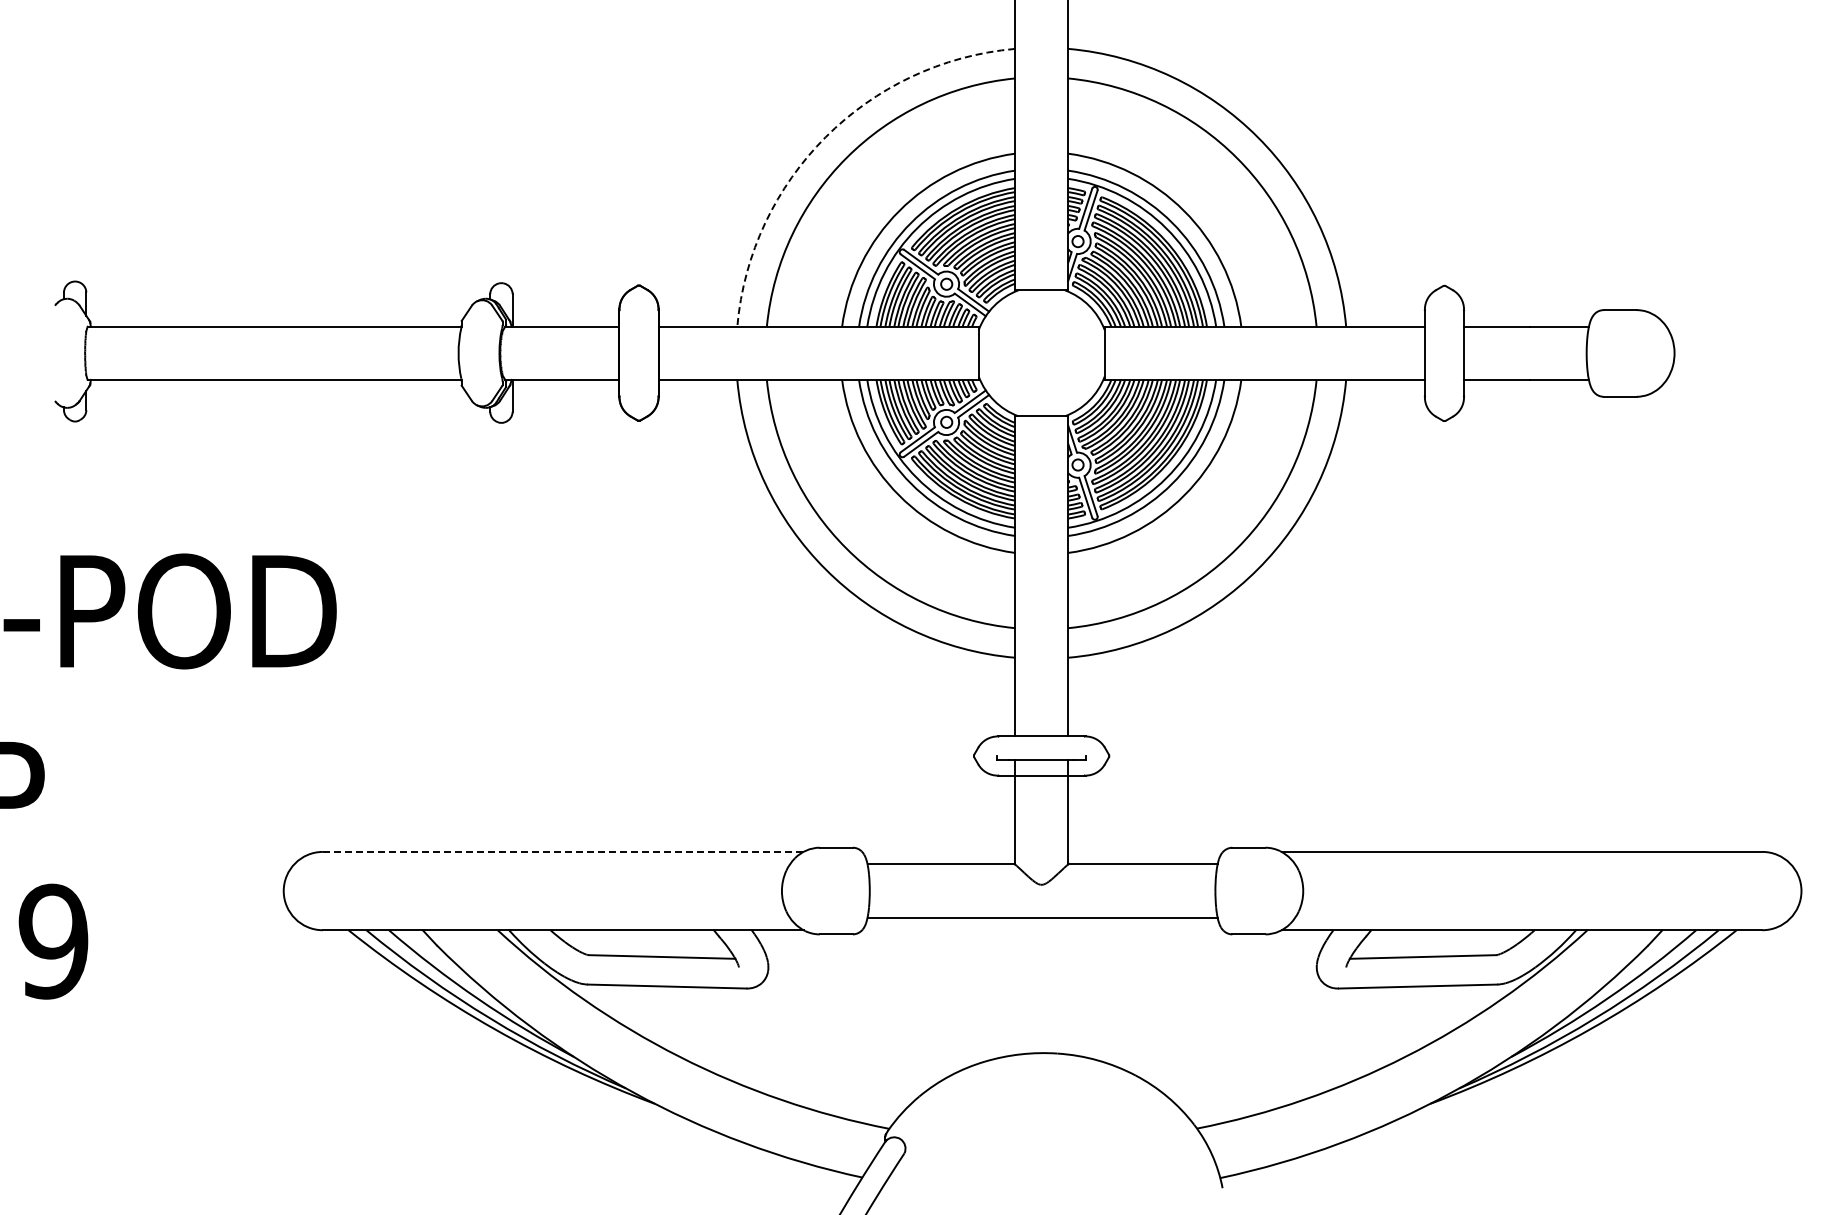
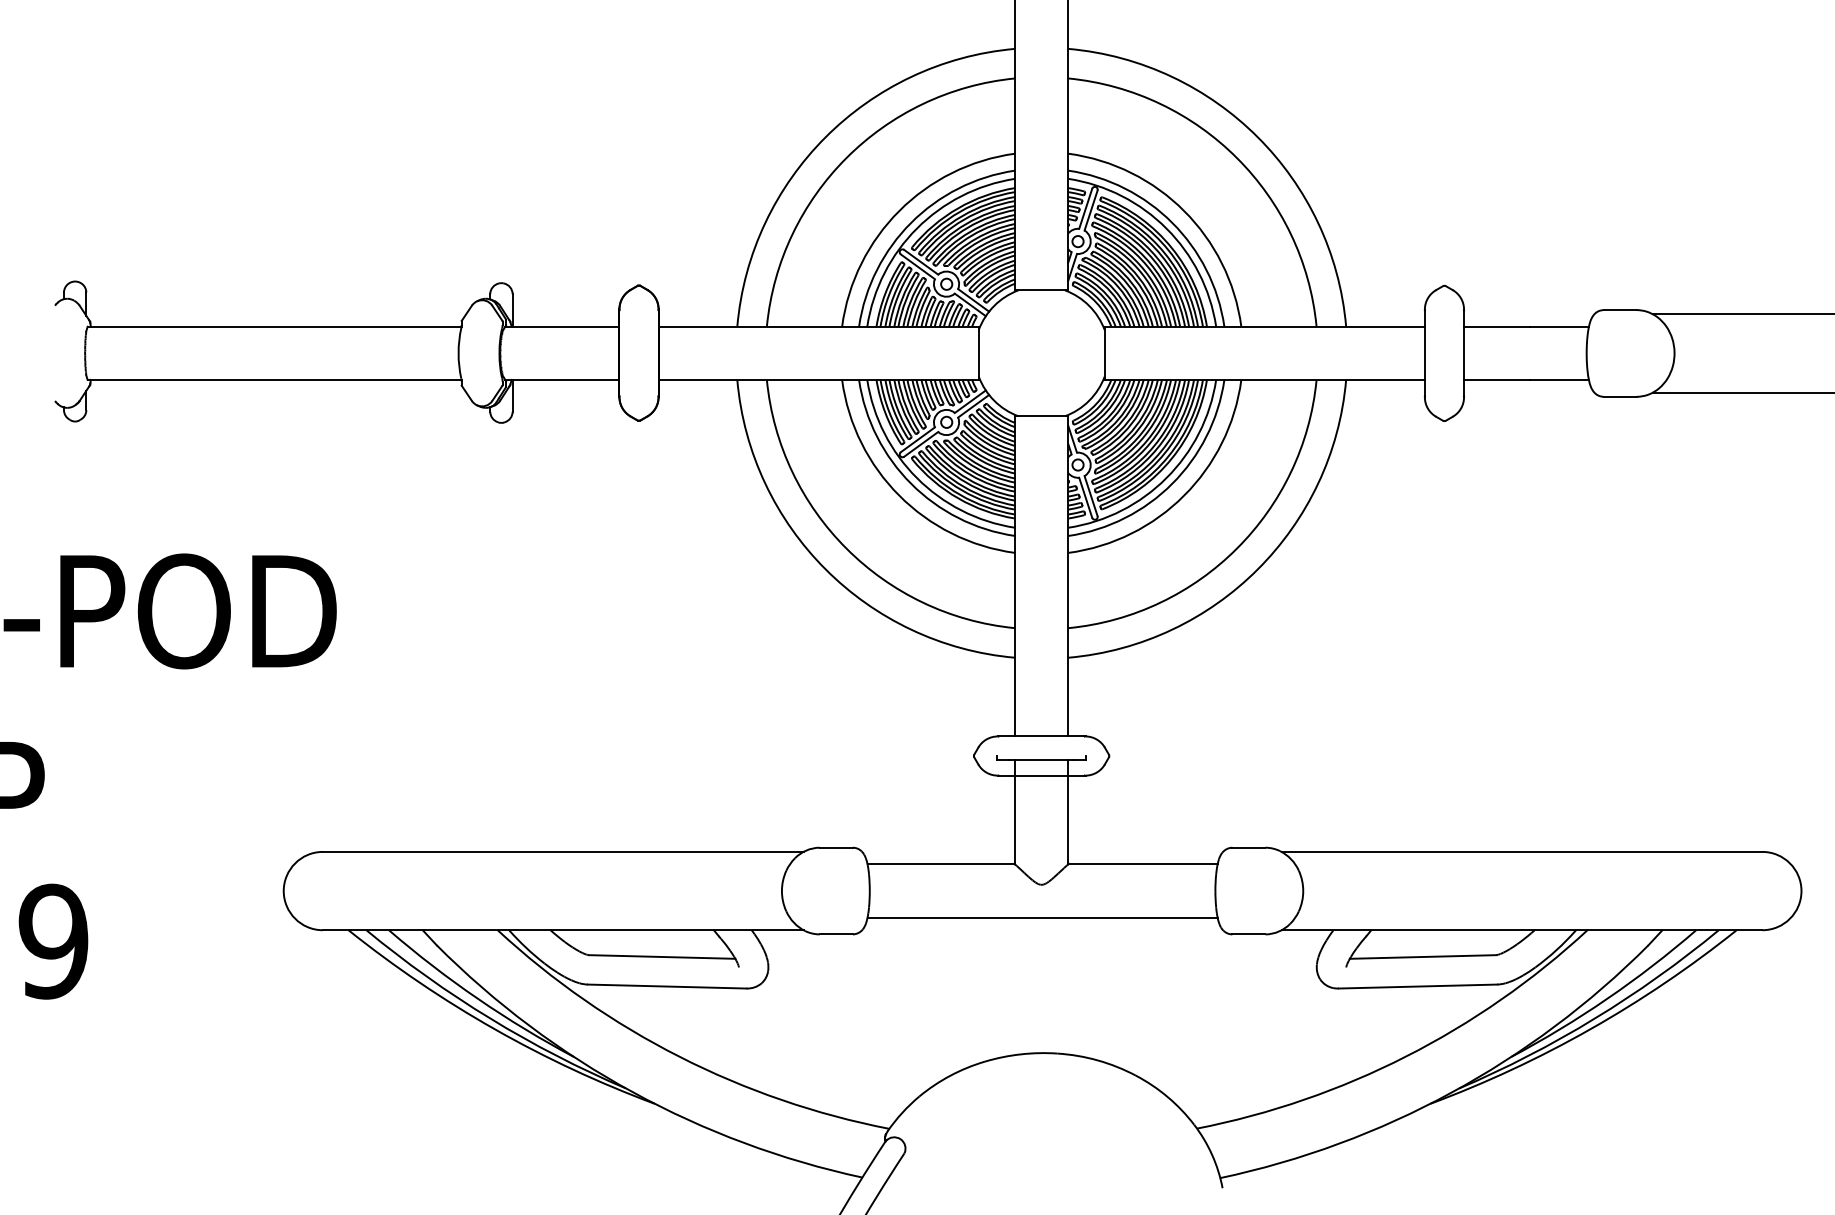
arc at (825, 137): dashed -> solid
line at (1741, 314): none -> present
line at (1741, 392): none -> present
line at (563, 851): dashed -> solid
